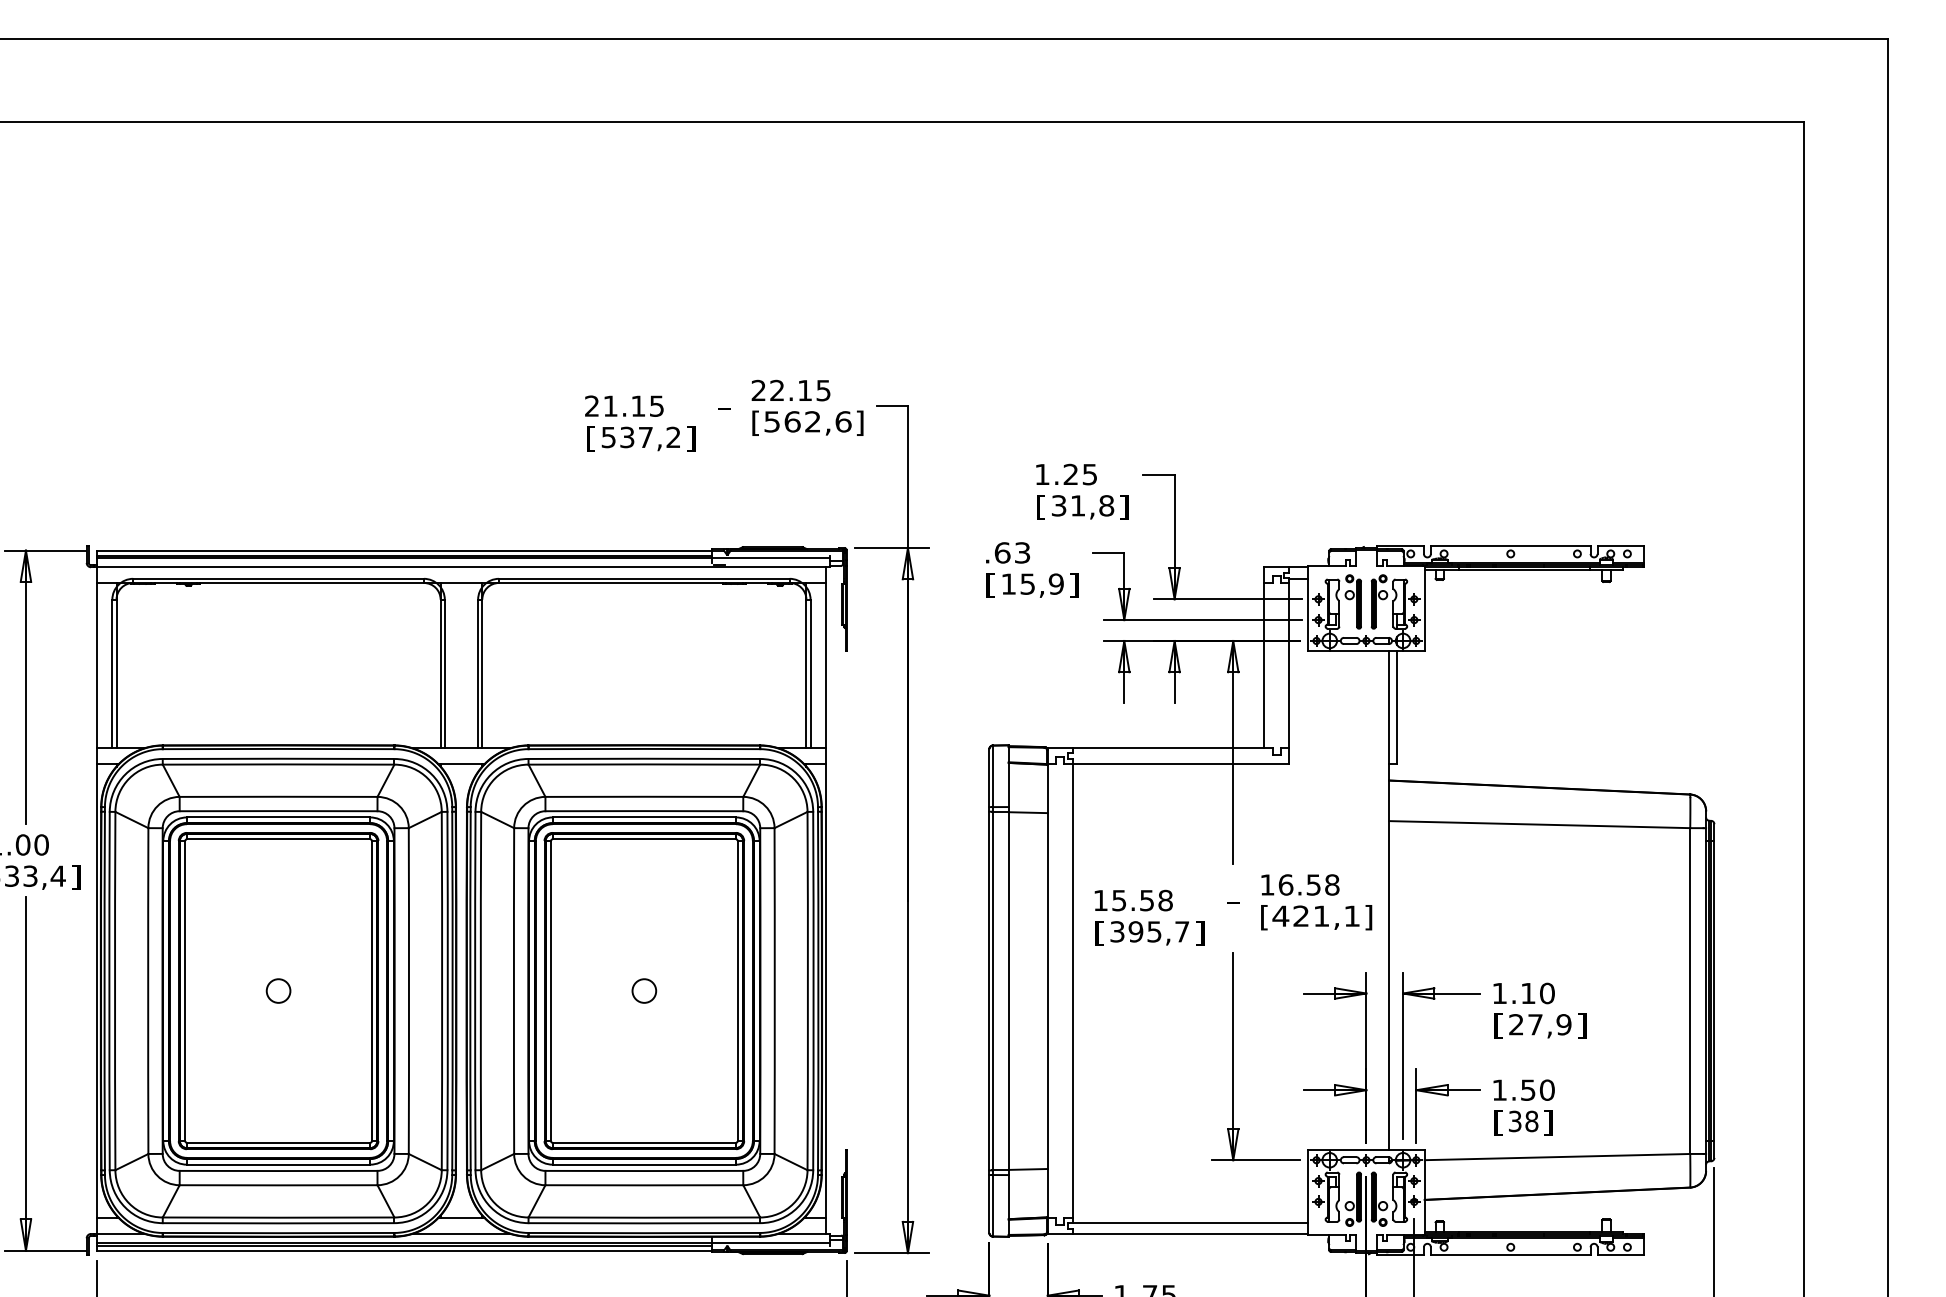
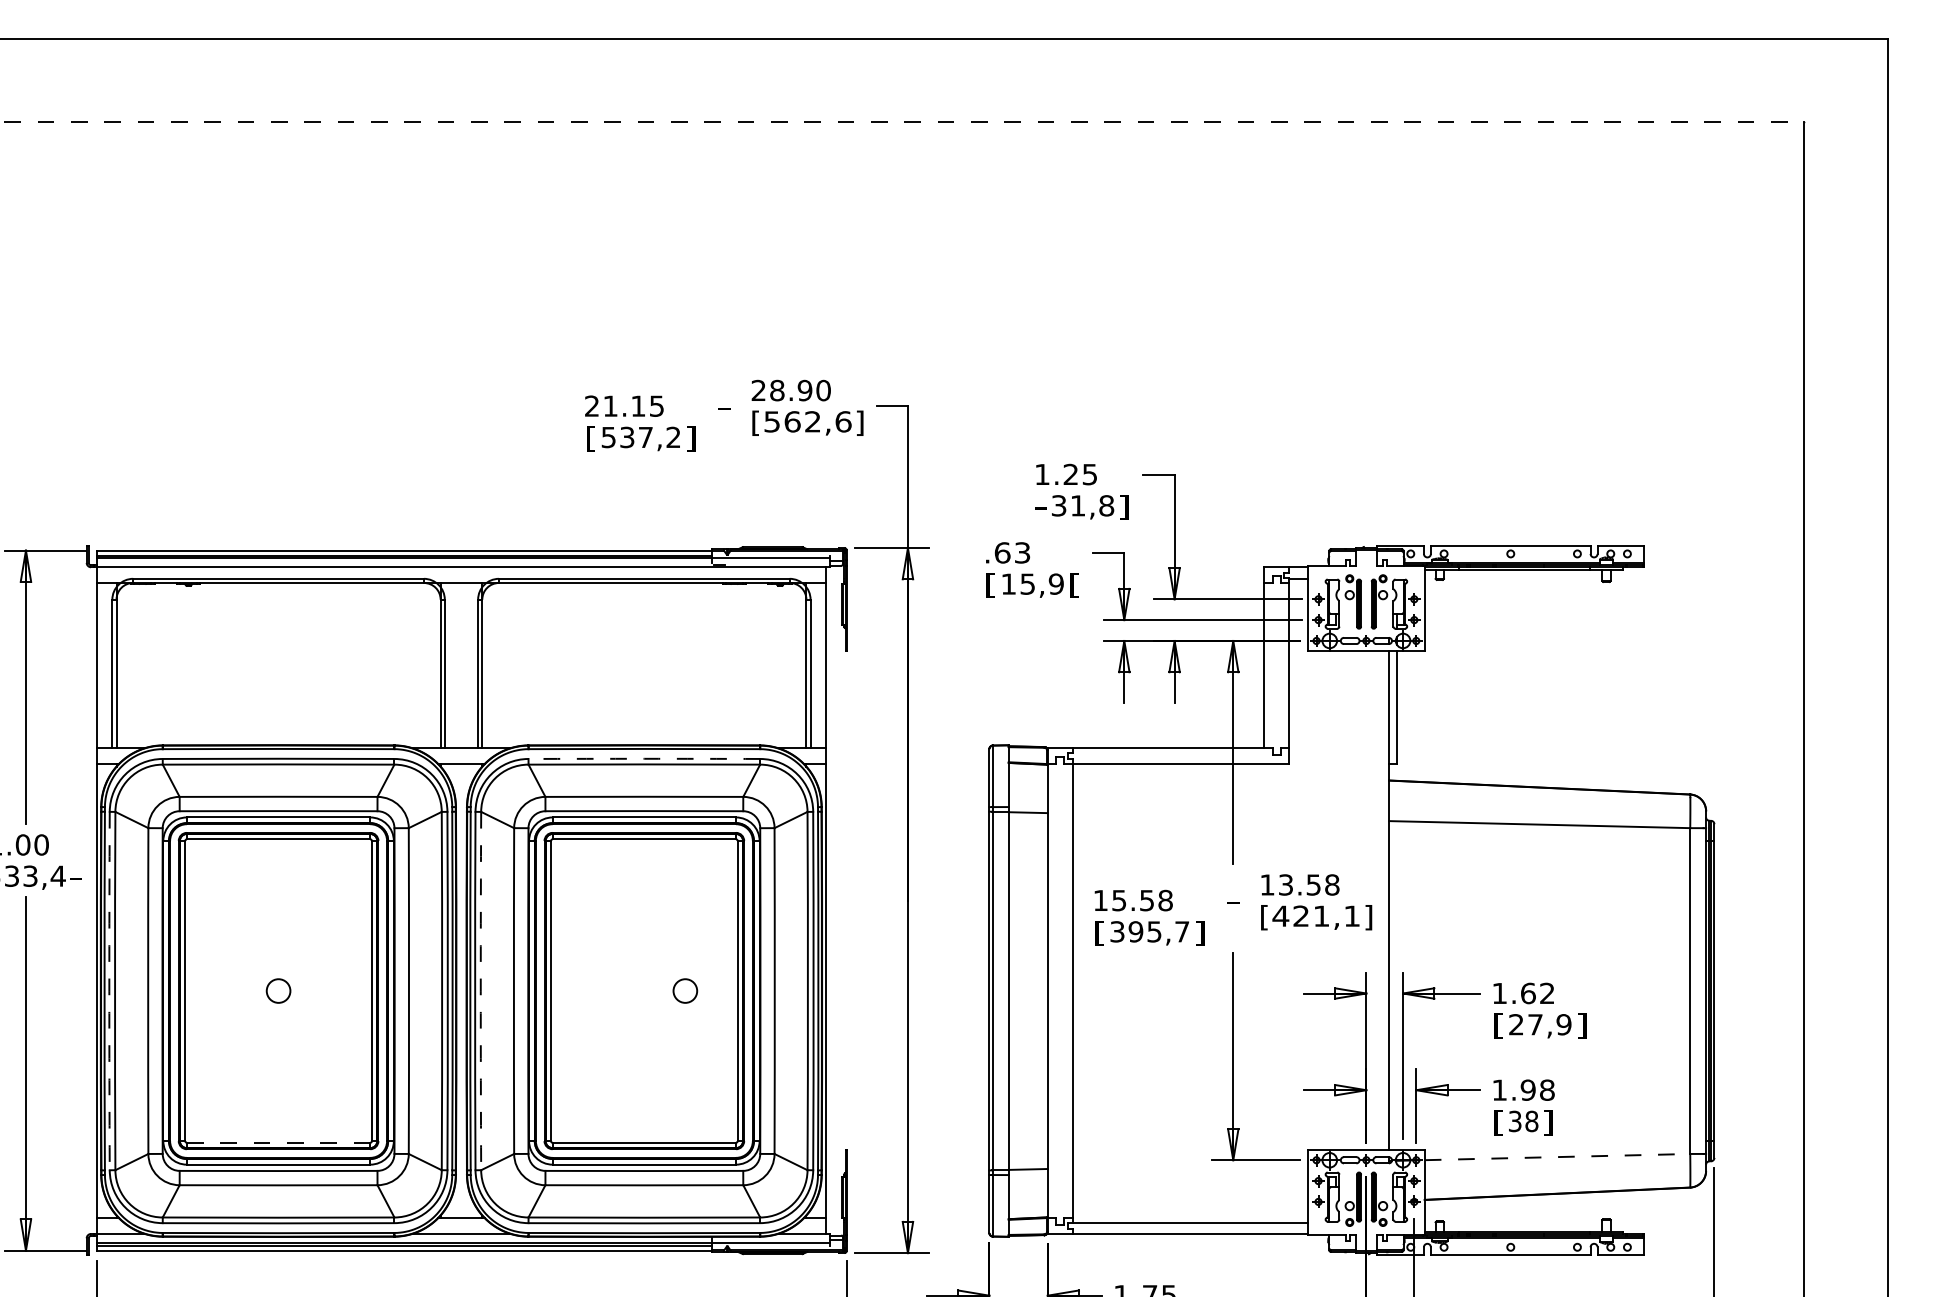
line at (902, 122): solid -> dashed
text at (800, 390): 22.15 -> 28.90
text at (1040, 507): [ -> -
text at (1074, 585): ] -> [
arc at (644, 758): solid -> dashed
text at (75, 877): ] -> -
text at (1285, 884): 16.58 -> 13.58
circle at (644, 990) position: (644, 990) -> (685, 990)
arc at (109, 991): solid -> dashed
arc at (480, 991): solid -> dashed
text at (1537, 993): 1.10 -> 1.62
text at (1537, 1089): 1.50 -> 1.98
line at (278, 1142): solid -> dashed
line at (1557, 1157): solid -> dashed
